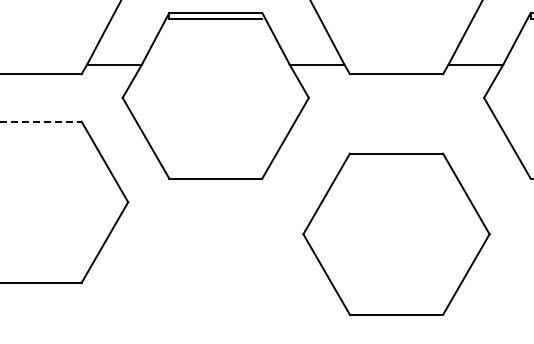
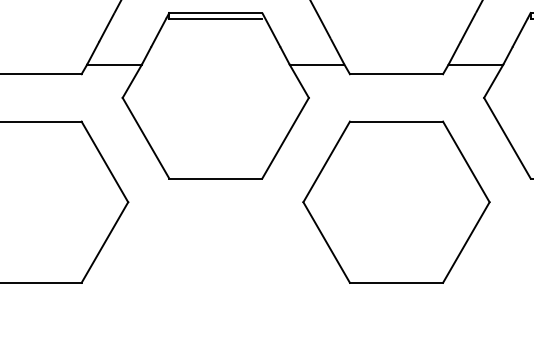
line at (41, 121): dashed -> solid
part at (396, 233) position: (396, 233) -> (396, 201)
